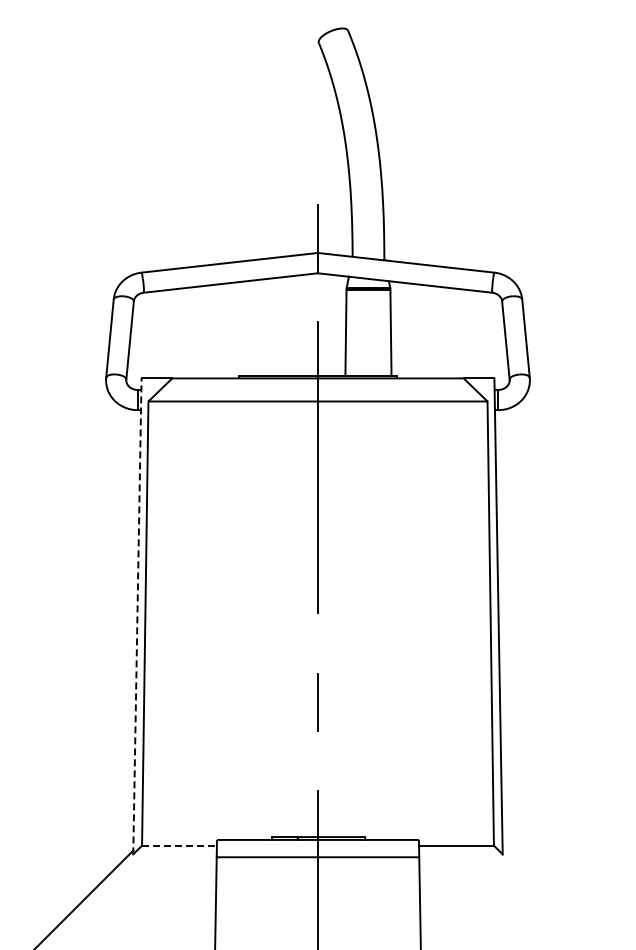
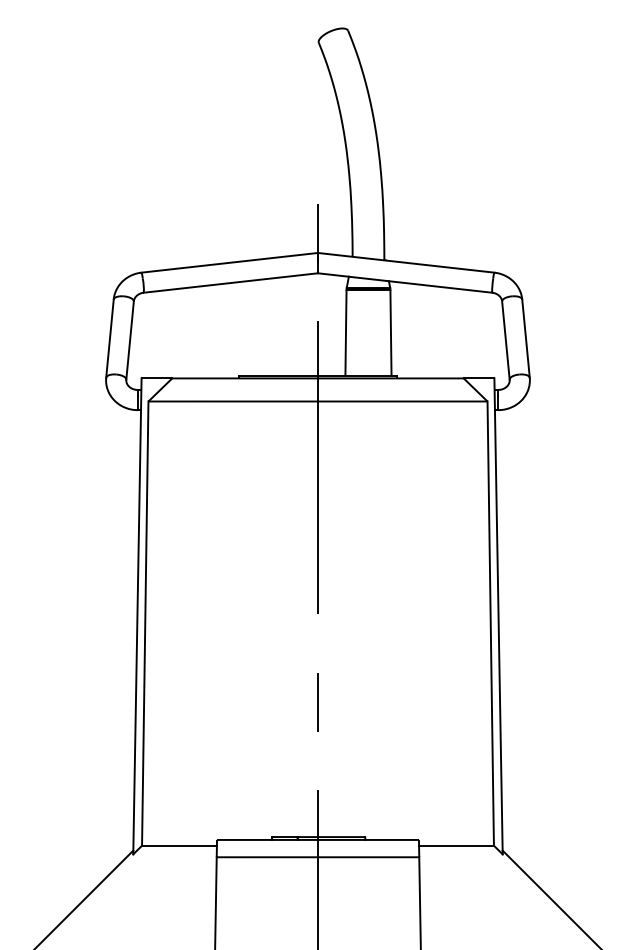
line at (137, 615): dashed -> solid
line at (179, 845): dashed -> solid
line at (550, 898): none -> present
